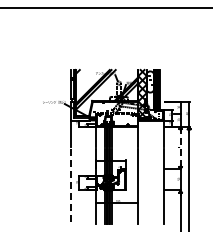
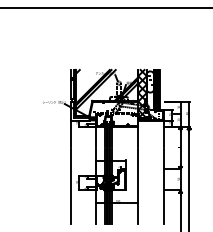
line at (180, 148): dashed -> solid
line at (70, 186): dashed -> solid
